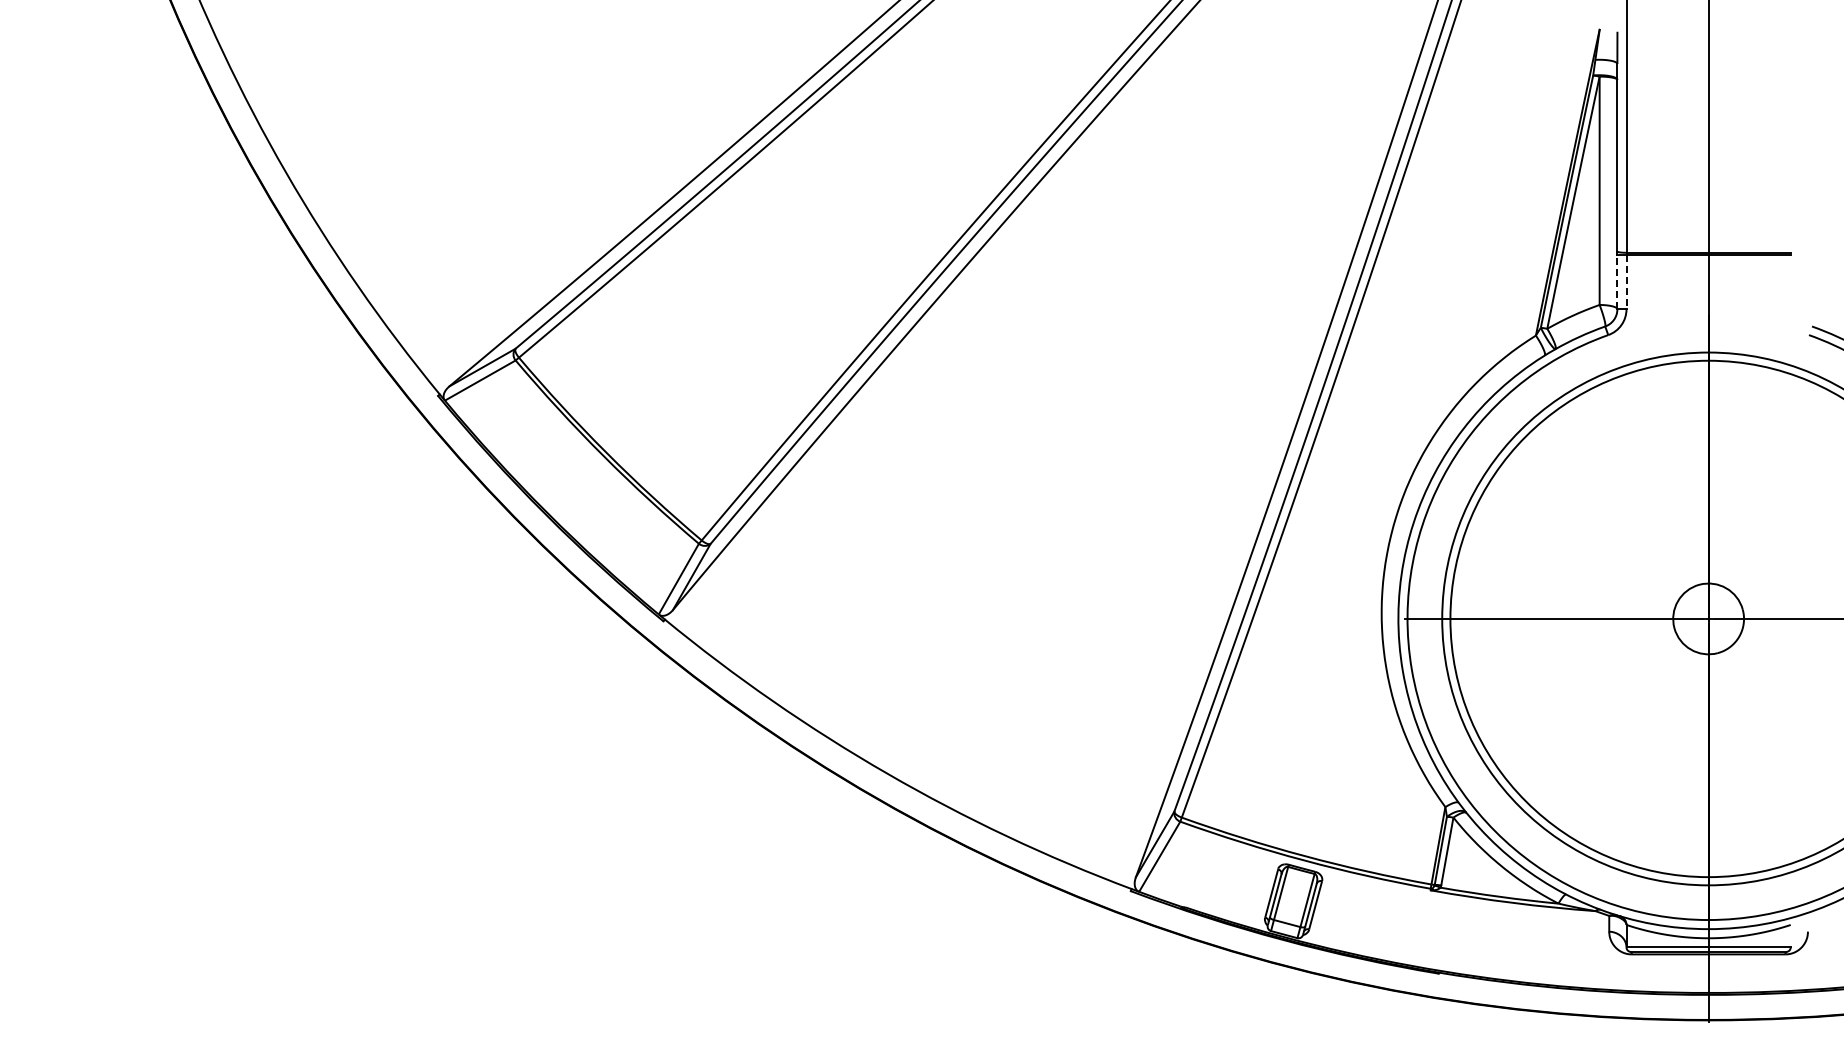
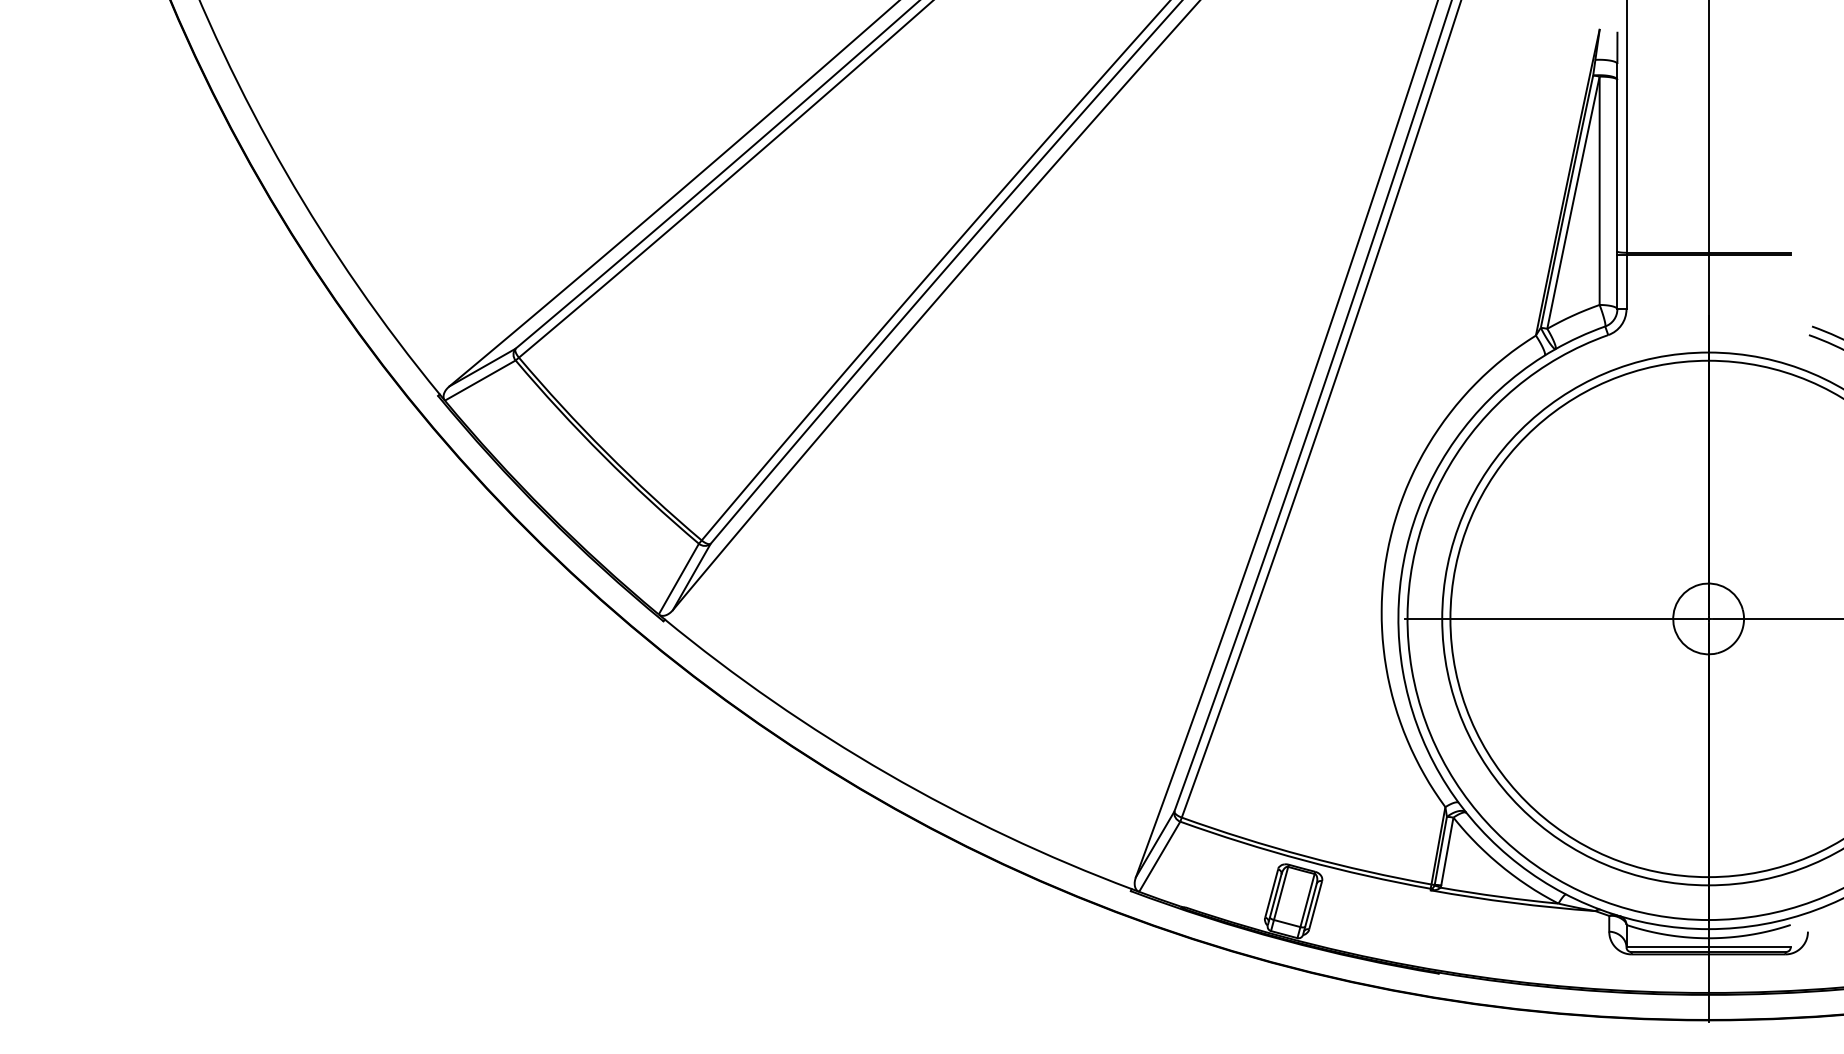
line at (1617, 281): dashed -> solid
line at (1626, 282): dashed -> solid
